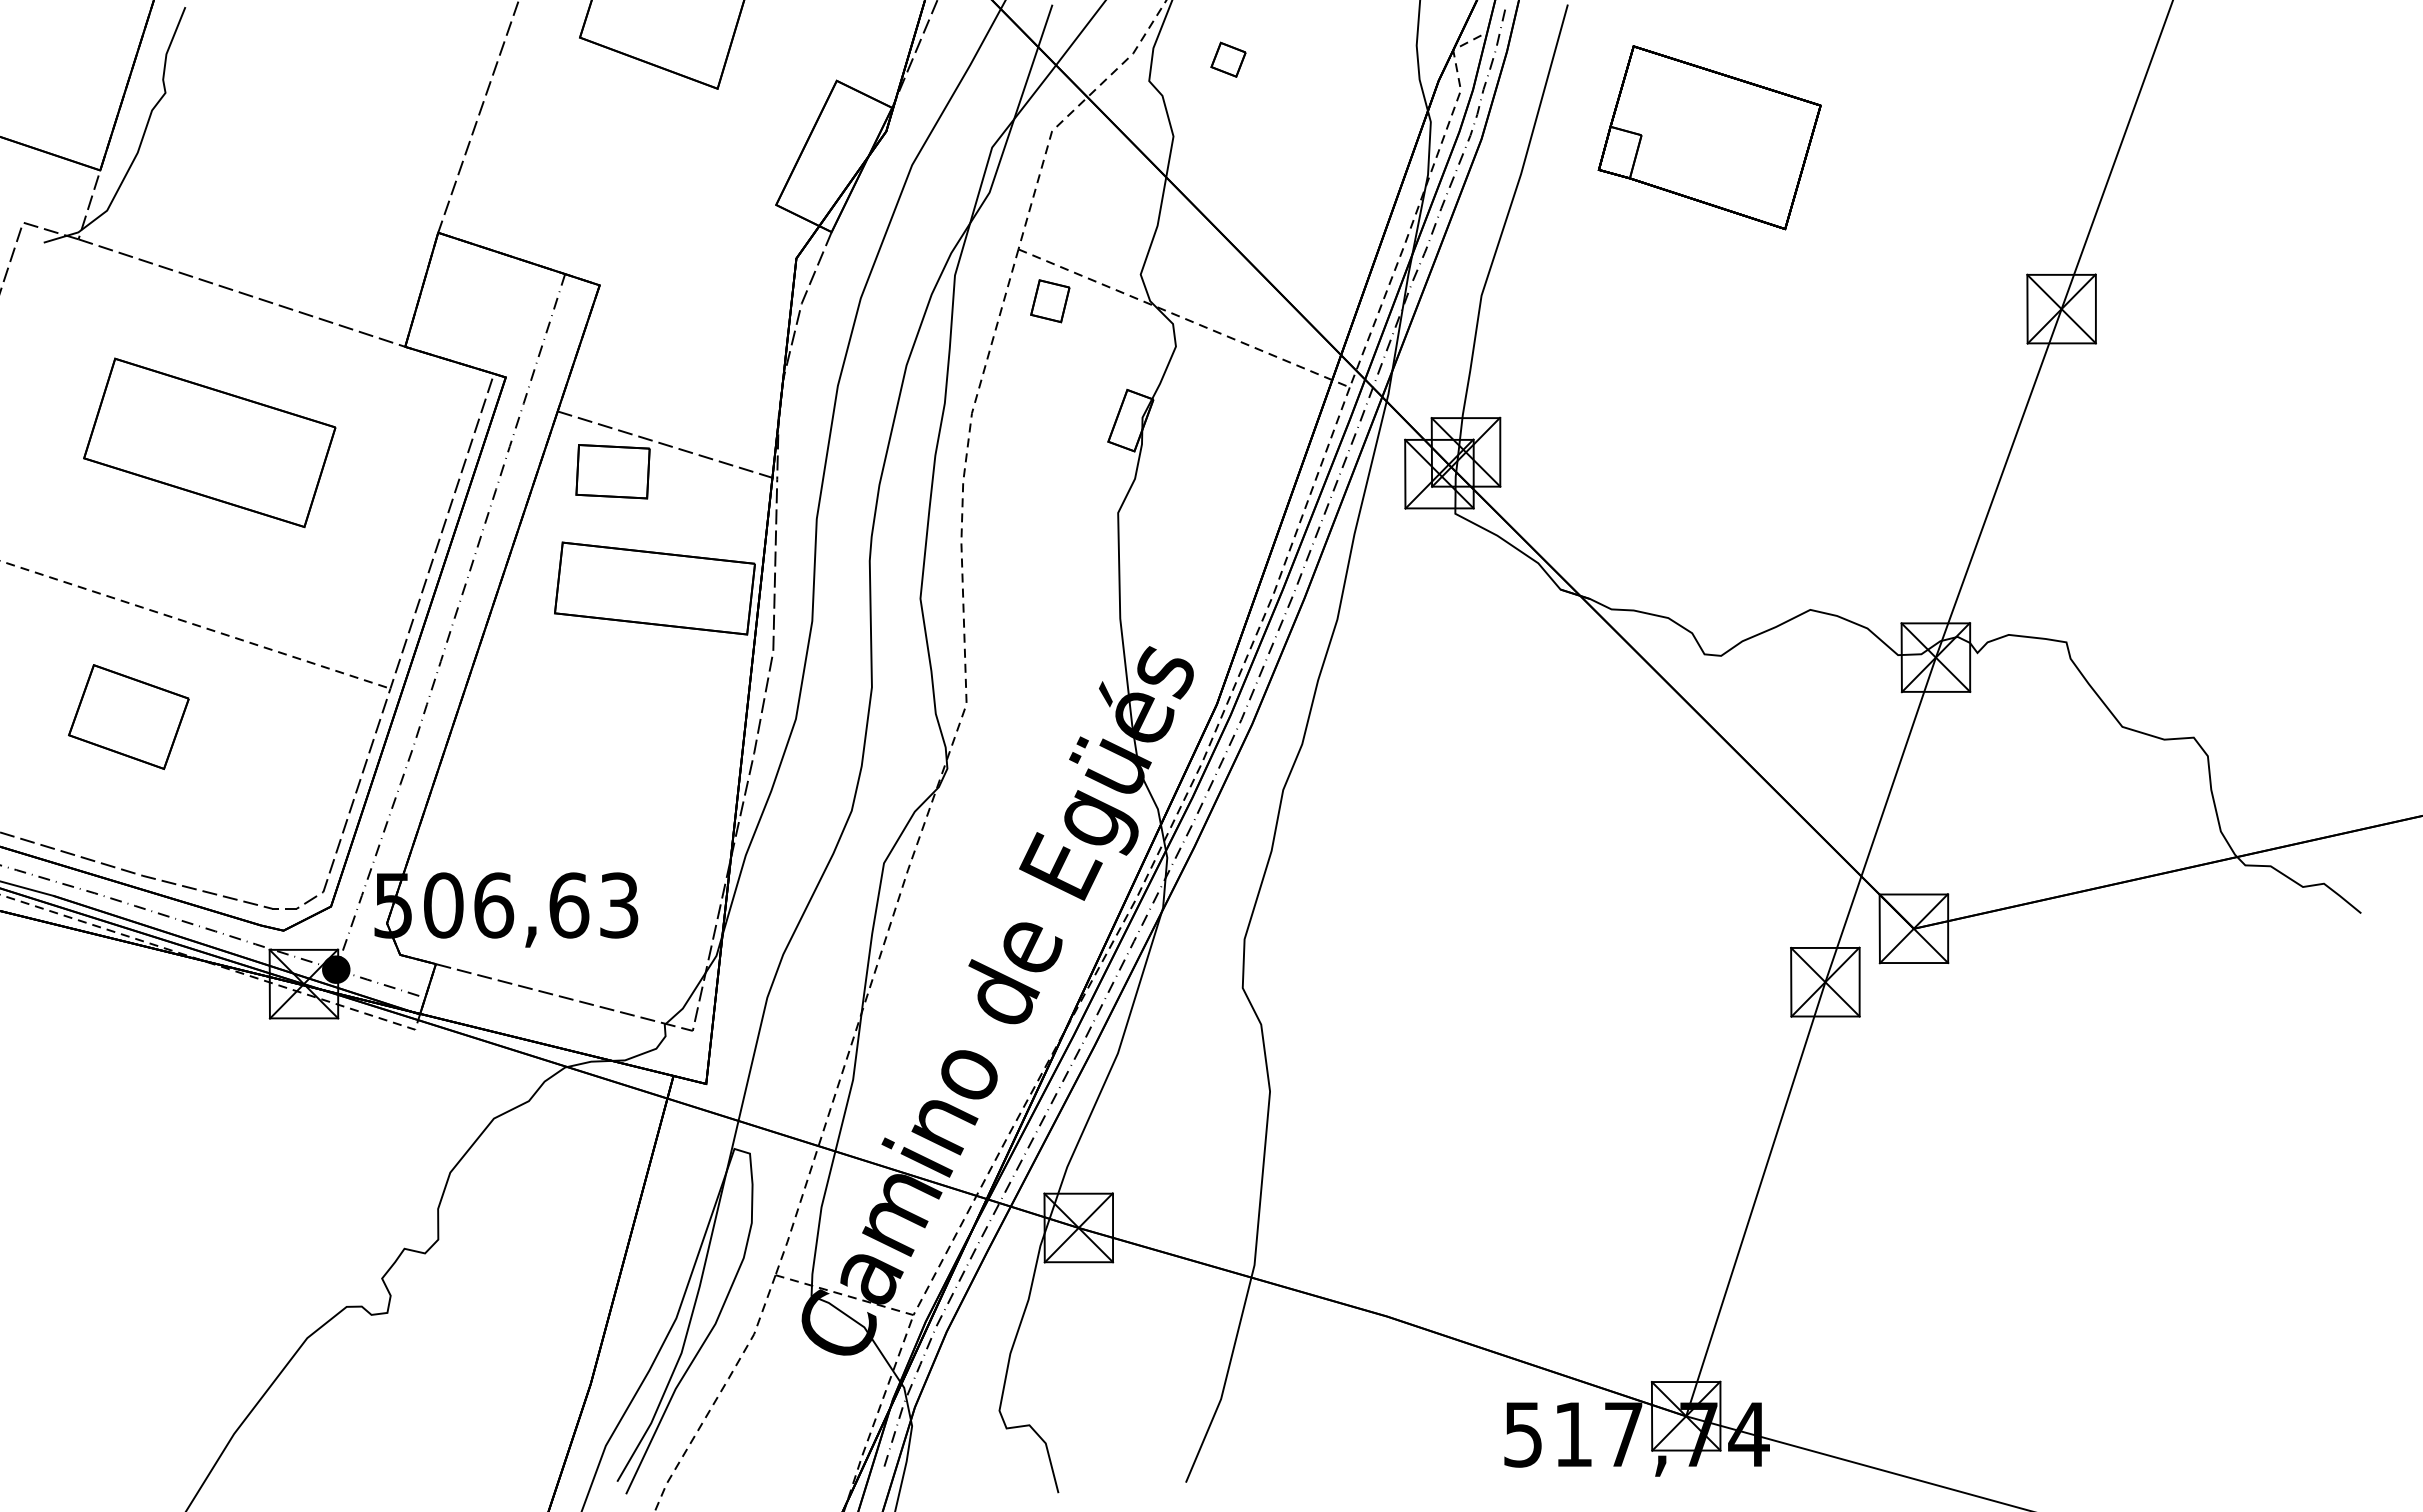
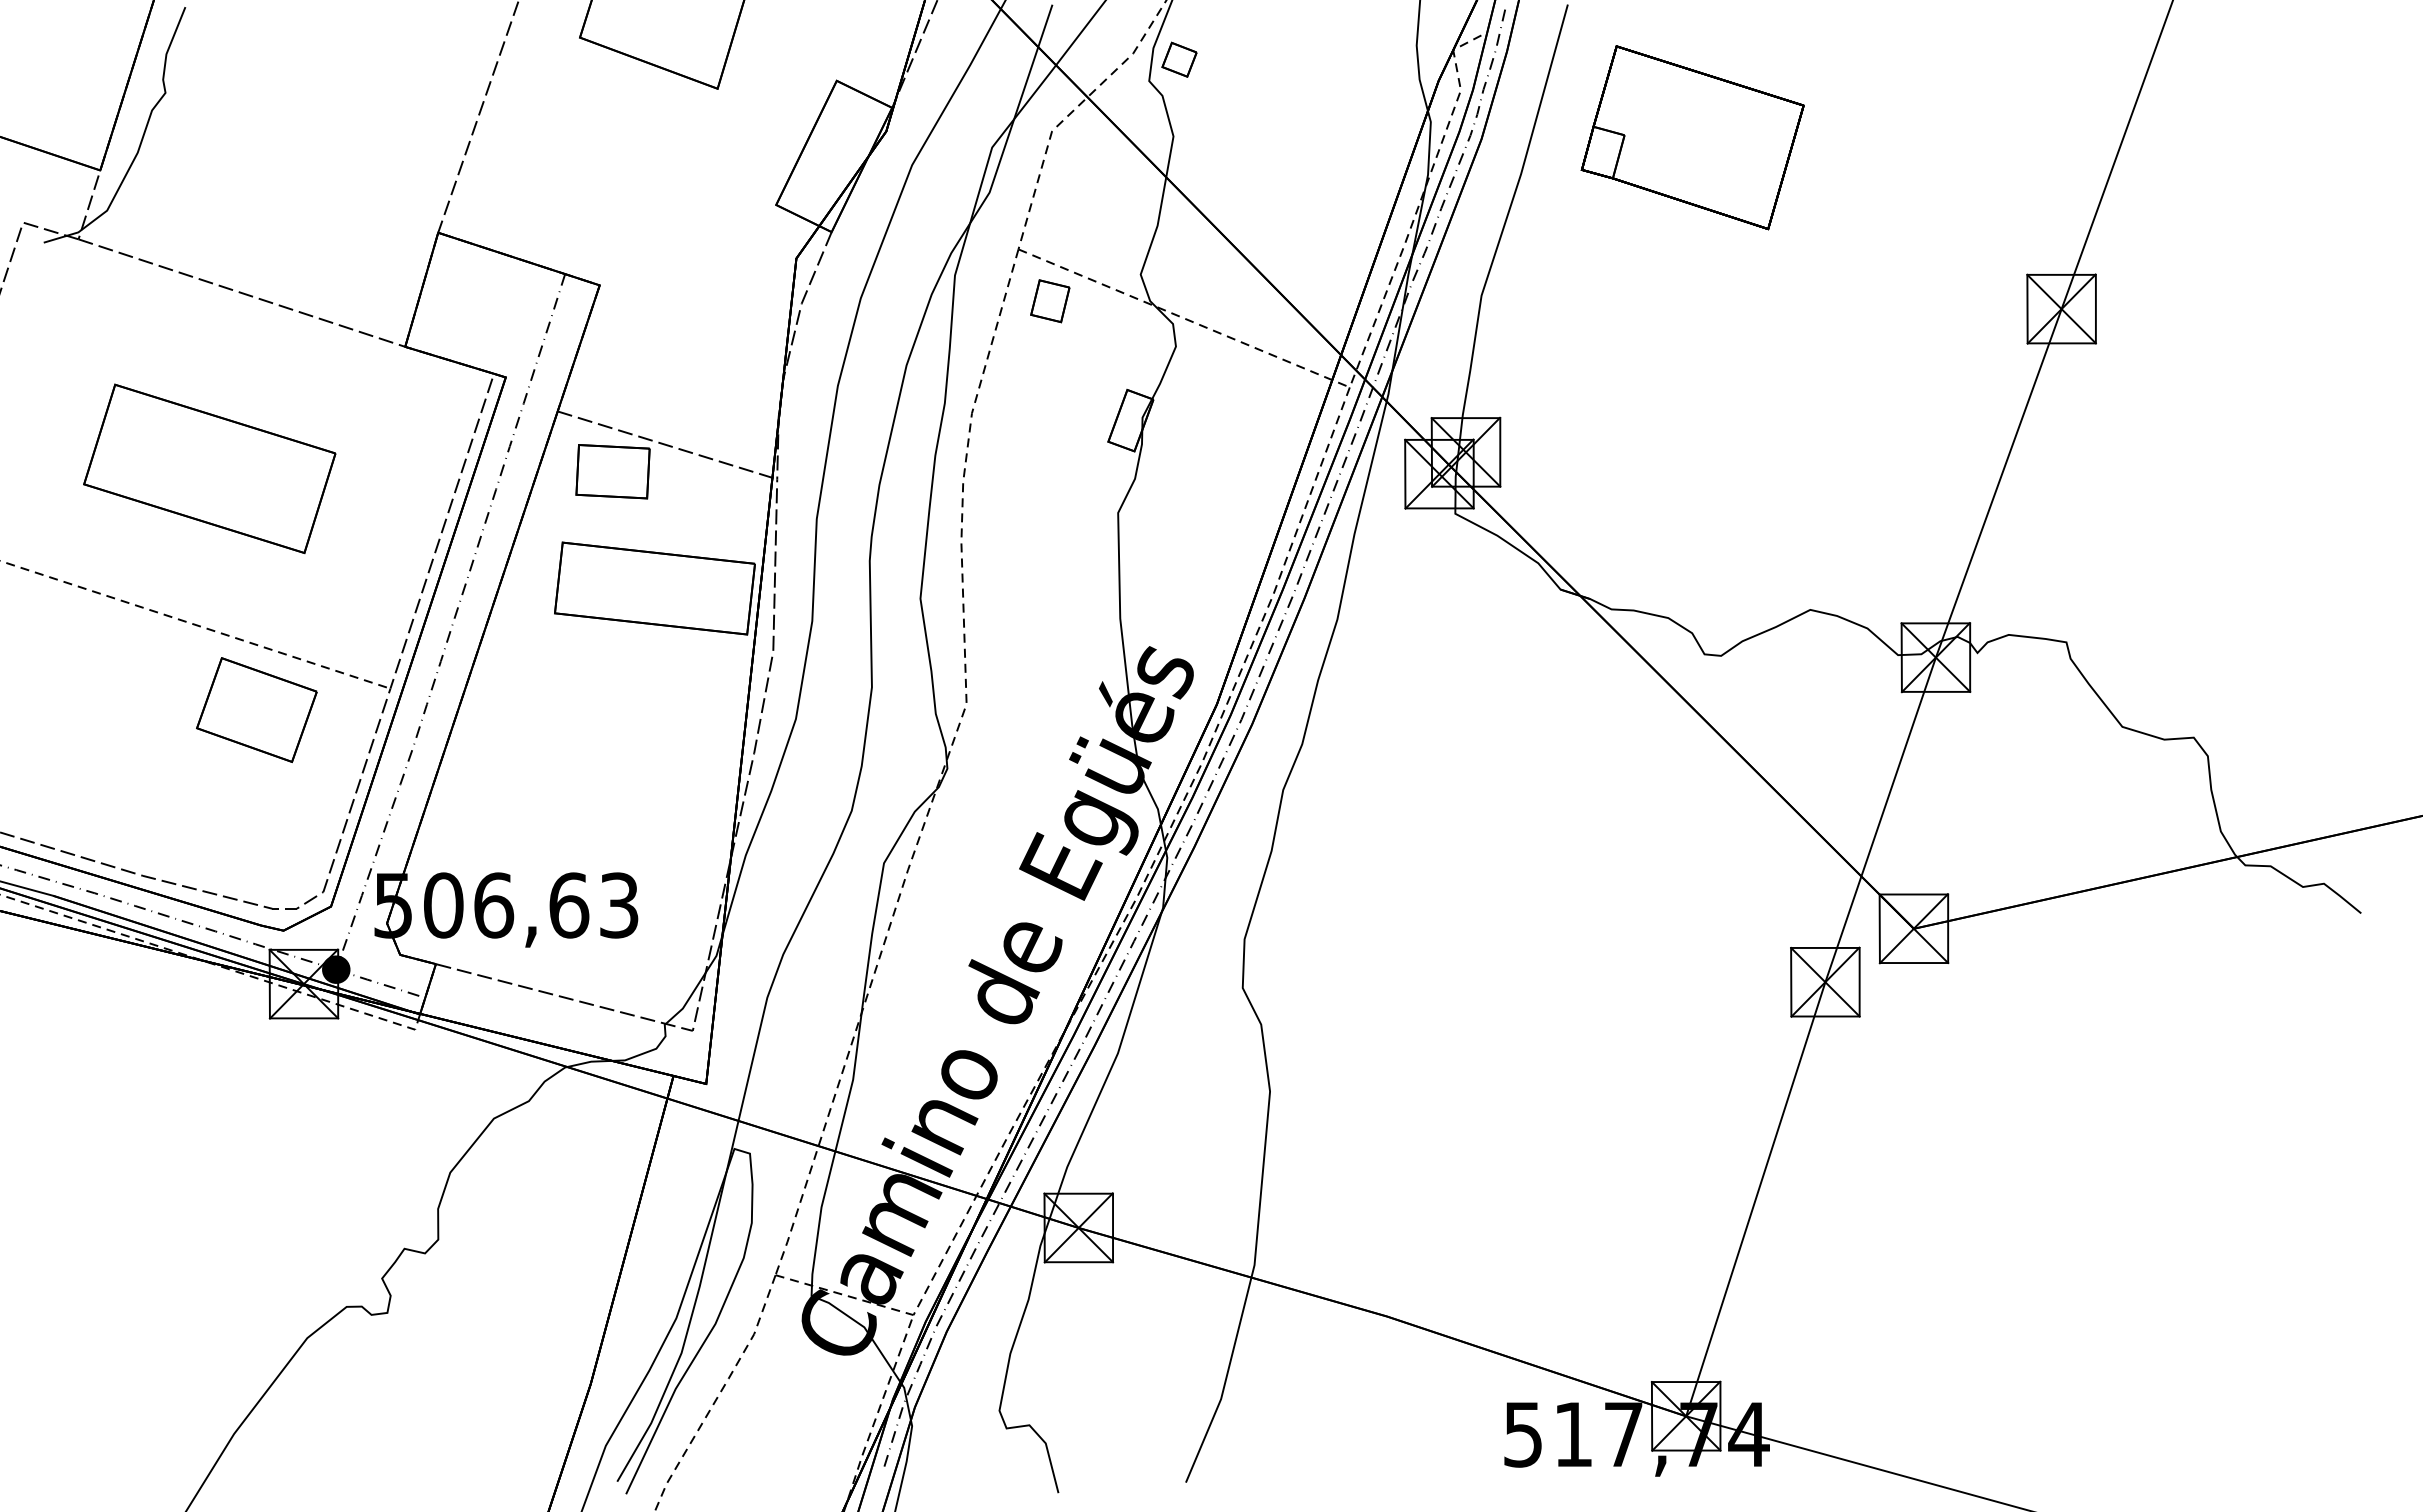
part at (1228, 59) position: (1228, 59) -> (1179, 59)
part at (1709, 137) position: (1709, 137) -> (1692, 137)
part at (209, 442) position: (209, 442) -> (209, 468)
part at (128, 716) position: (128, 716) -> (256, 709)
